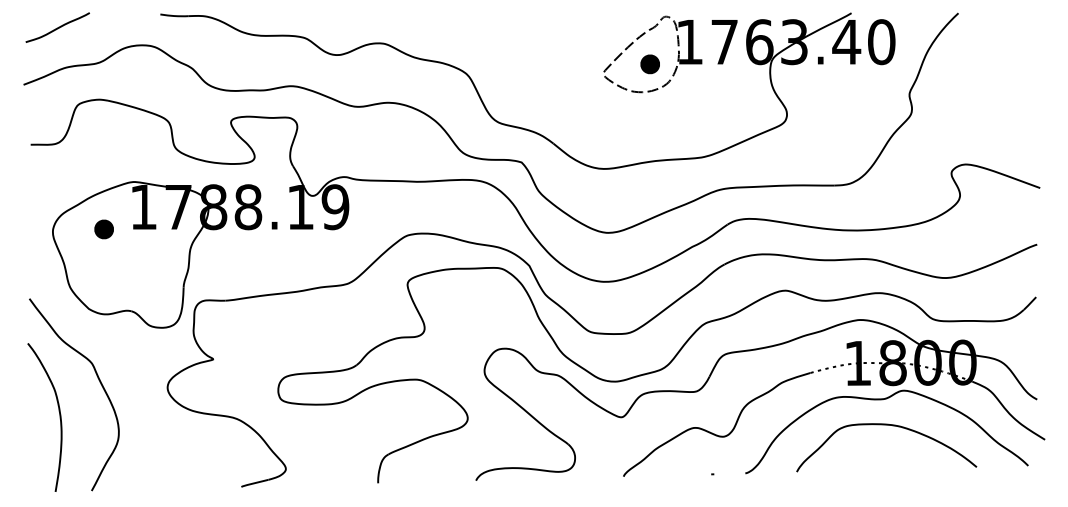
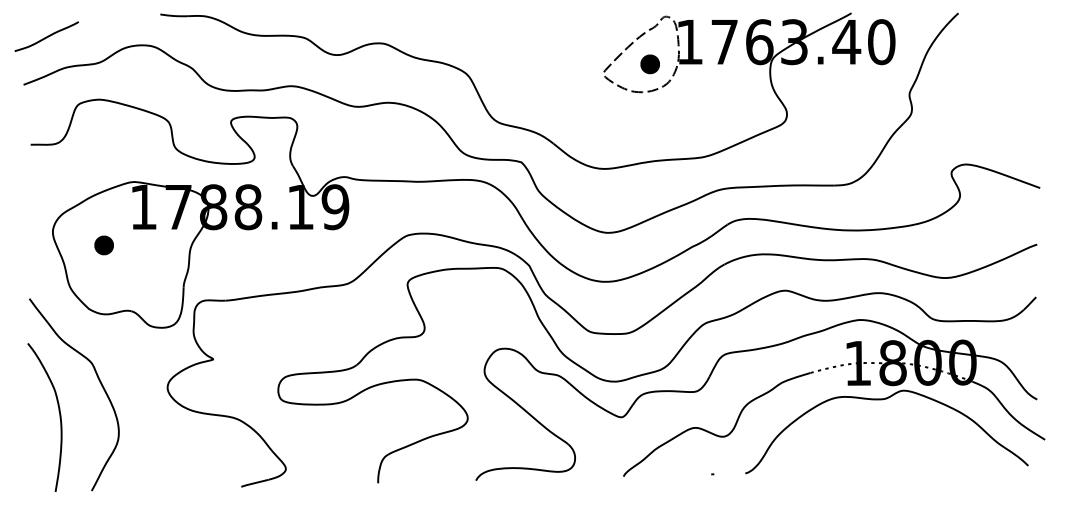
curve at (57, 27) position: (57, 27) -> (46, 36)
part at (103, 229) position: (103, 229) -> (103, 245)
curve at (892, 426): present -> none
